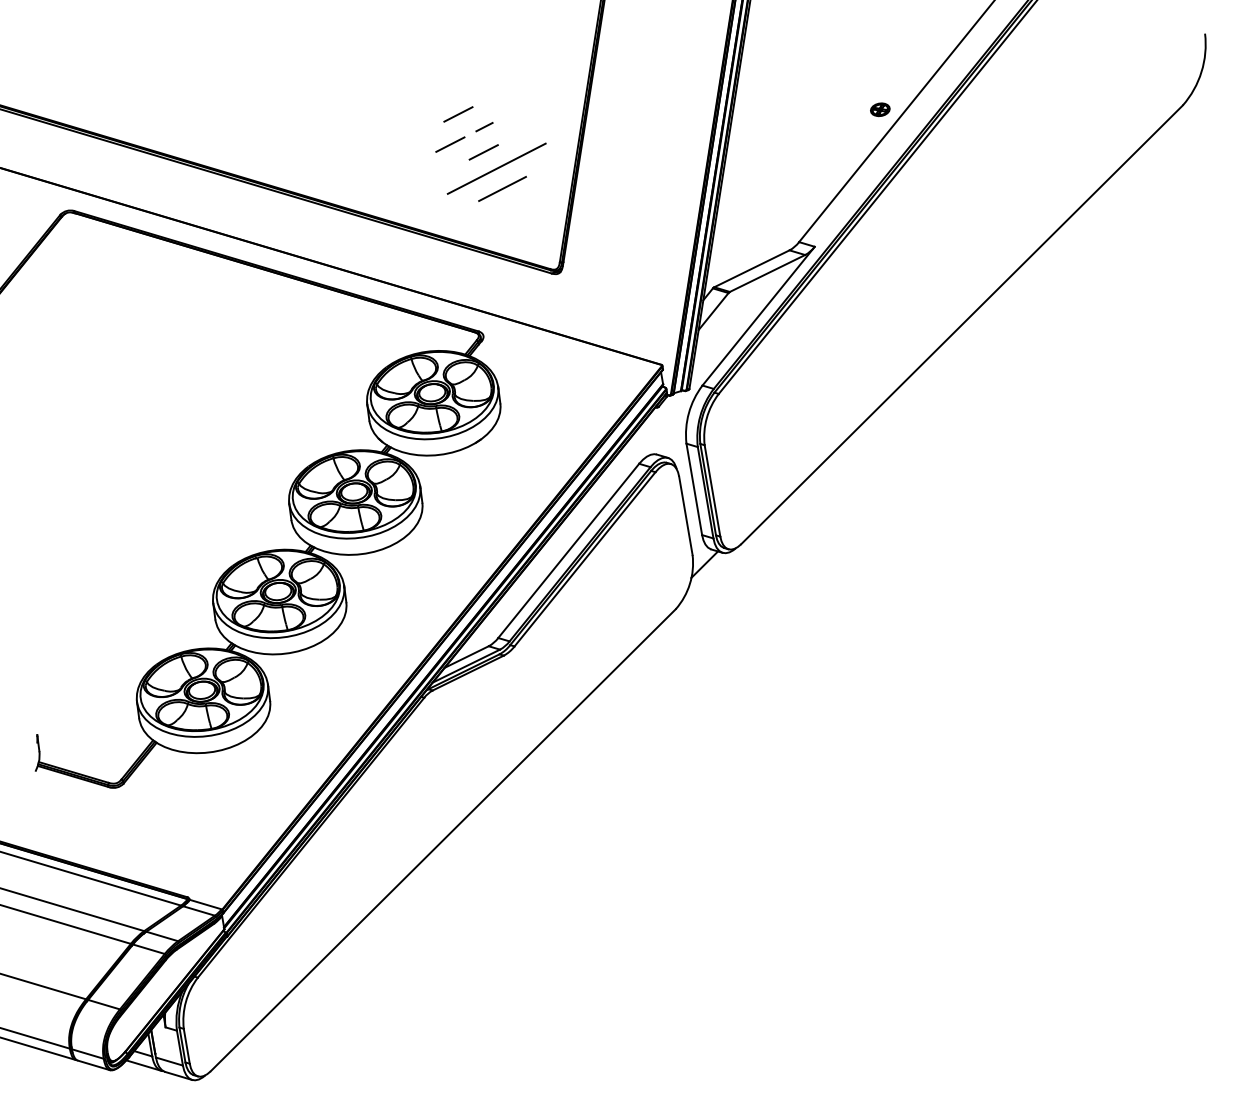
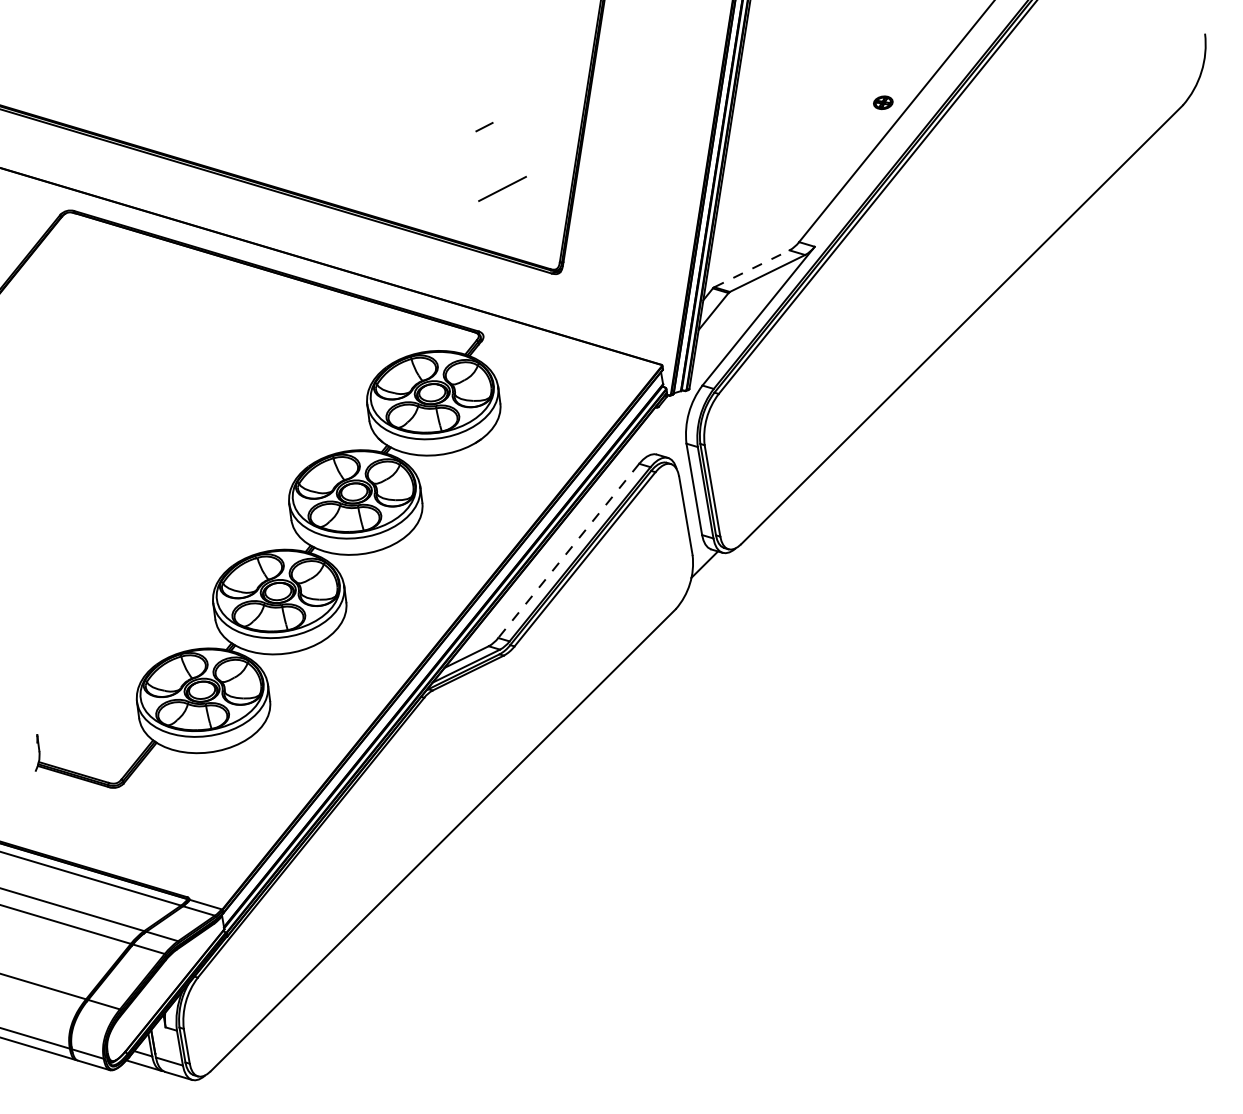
part at (880, 109) position: (880, 109) -> (883, 102)
line at (458, 114): present -> none
line at (450, 144): present -> none
line at (483, 152): present -> none
line at (496, 168): present -> none
line at (751, 268): solid -> dashed
line at (568, 551): solid -> dashed
